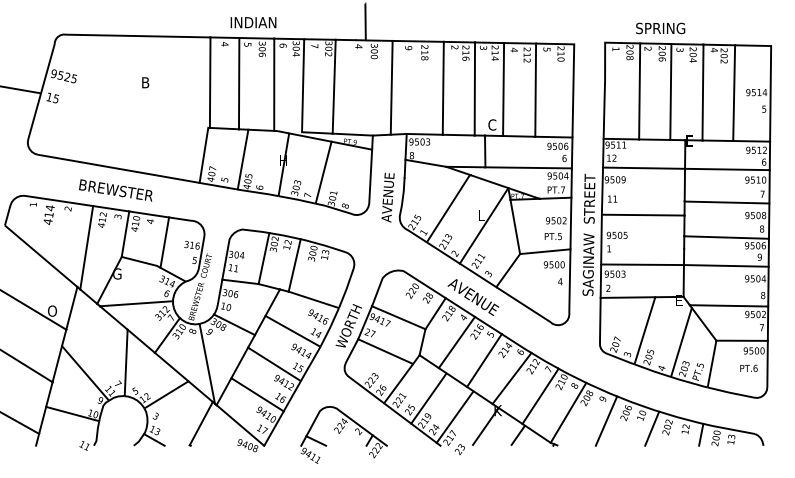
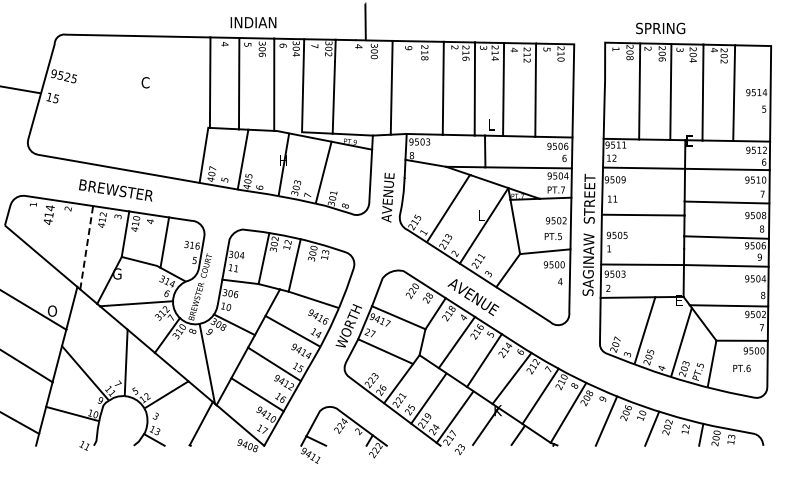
text at (145, 82): B -> C
text at (492, 124): C -> L
line at (86, 247): solid -> dashed
text at (748, 367) position: (748, 367) -> (741, 367)
